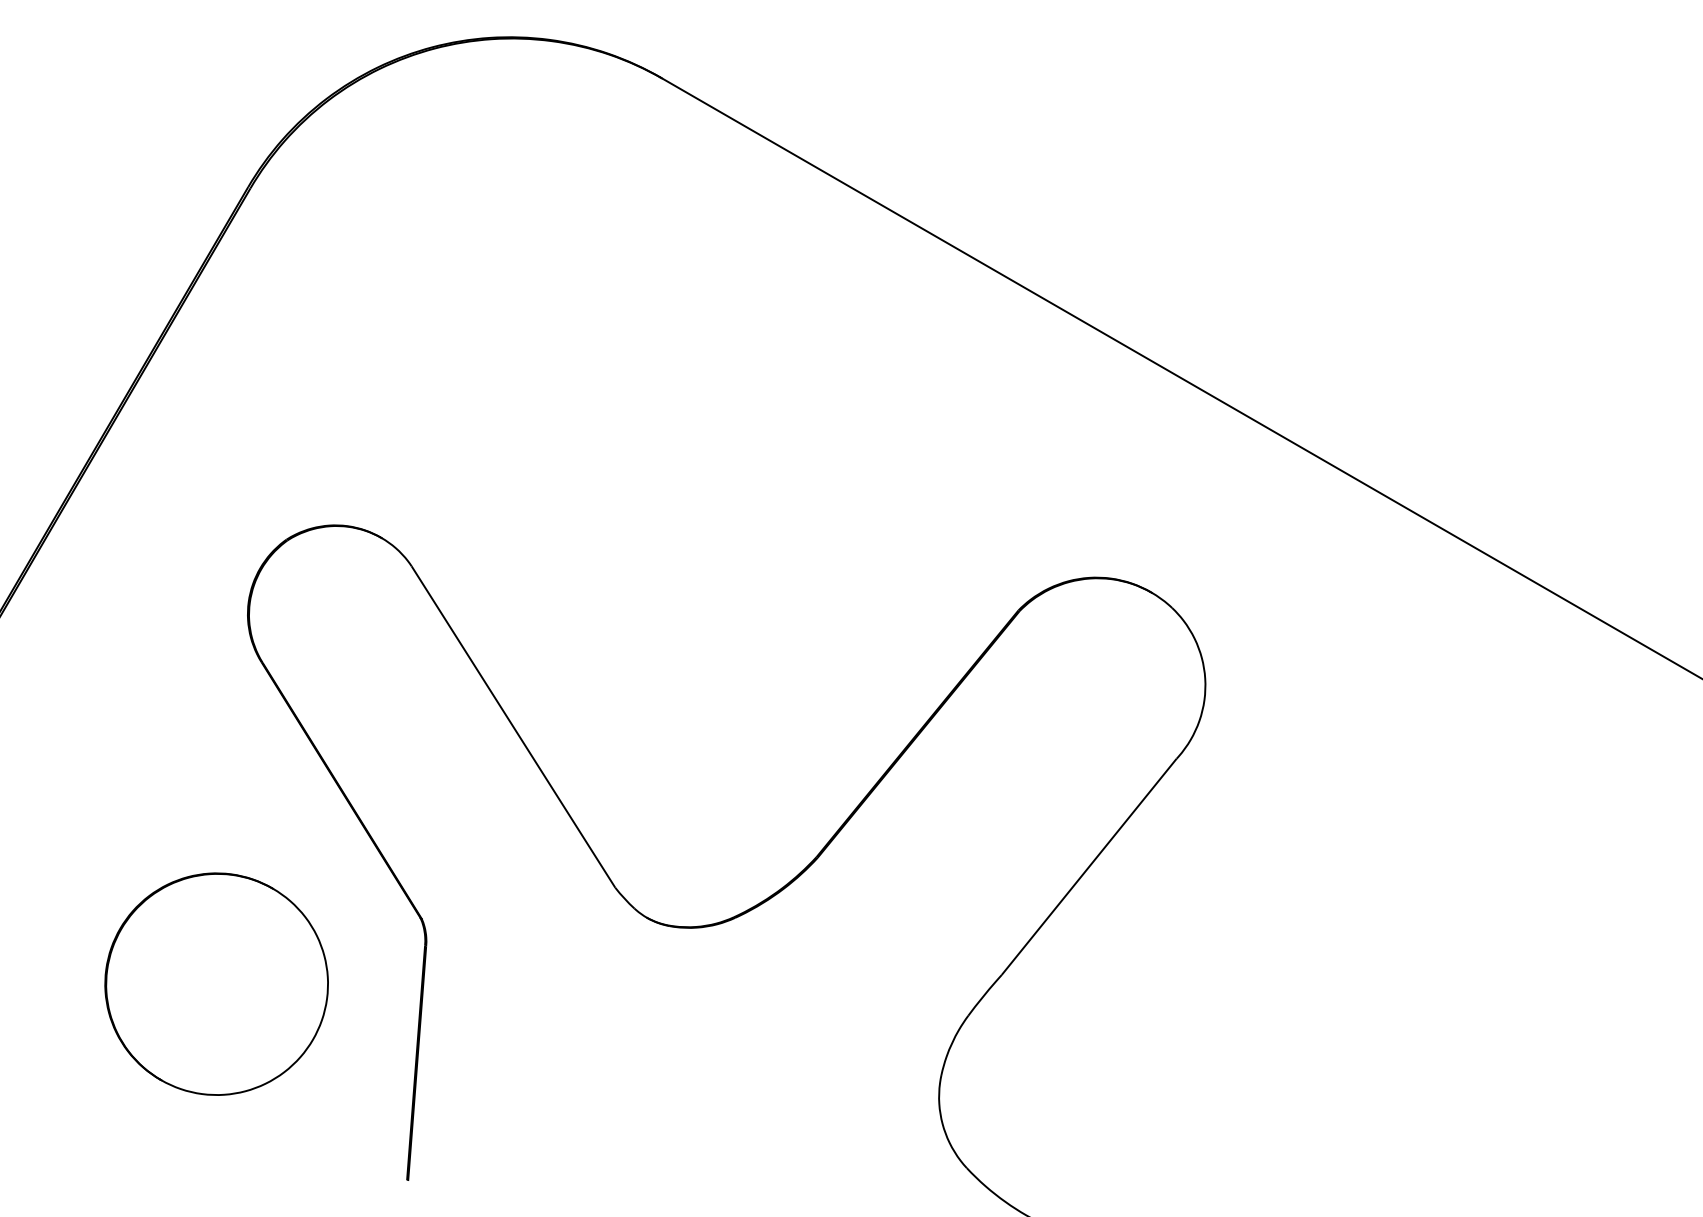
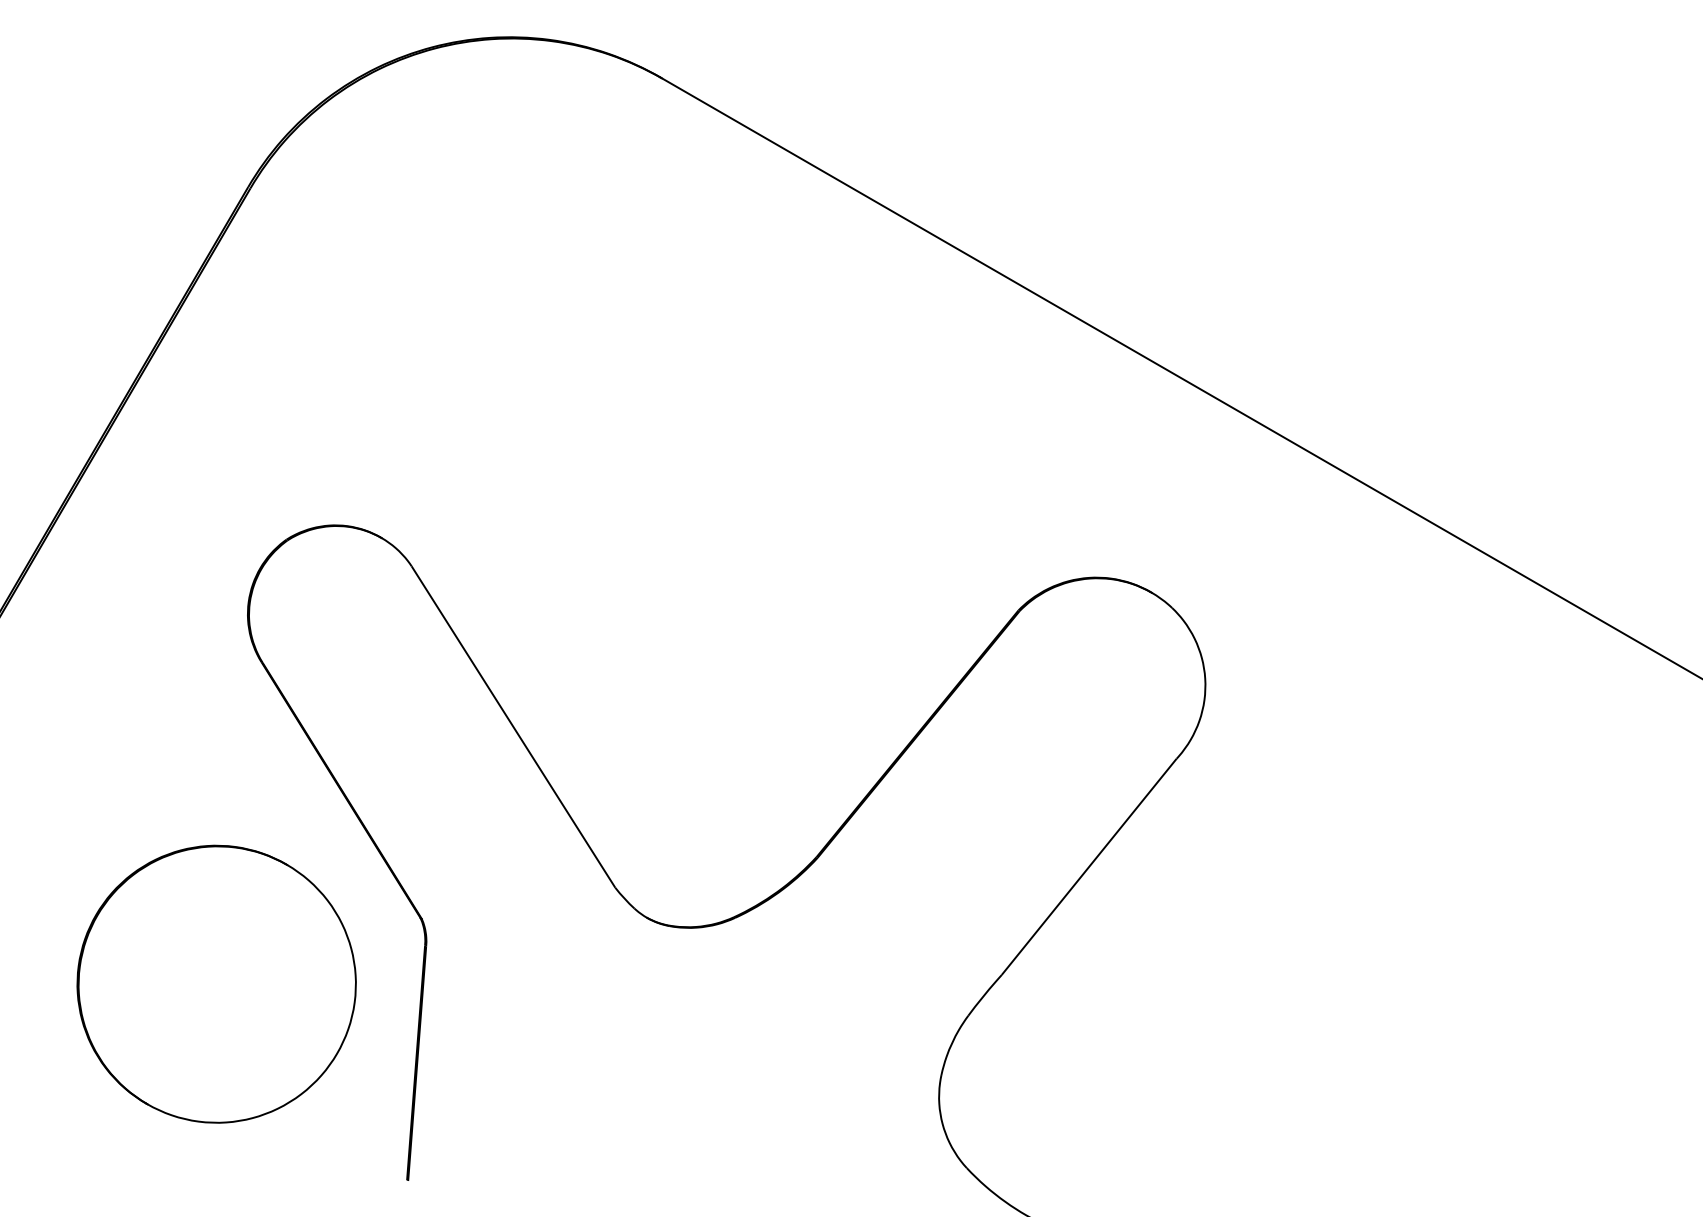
part at (216, 983) size: 225x224 px -> 281x280 px
